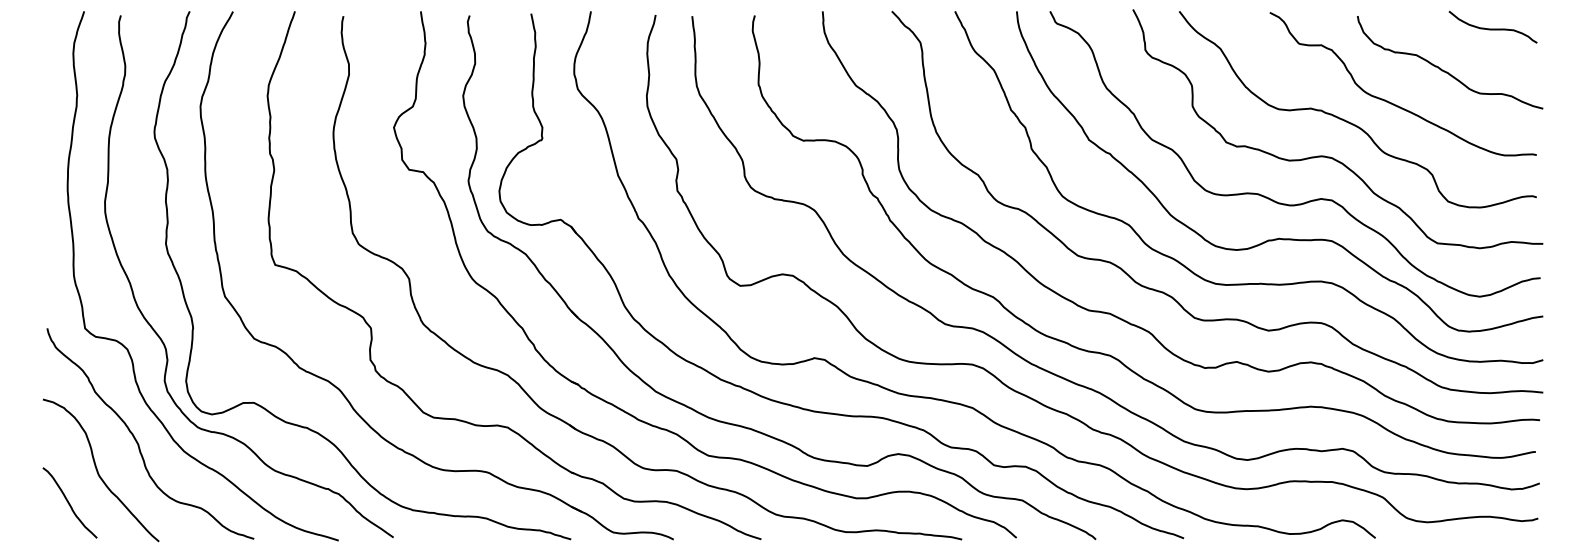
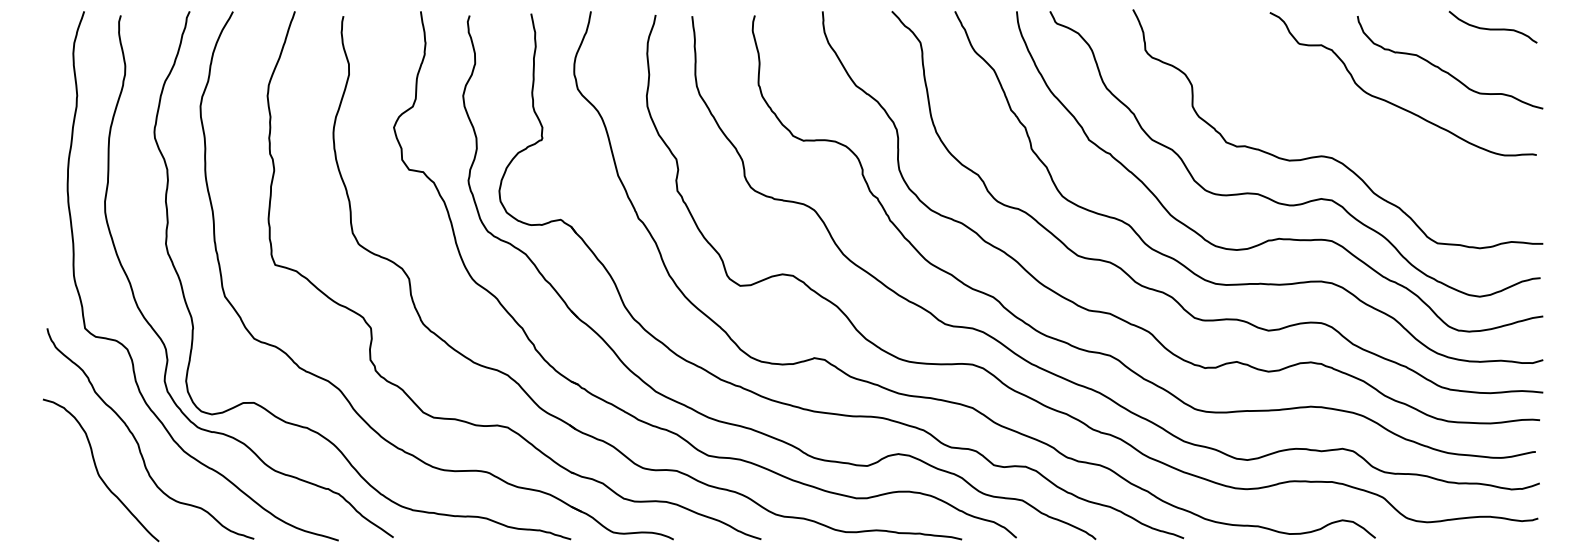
curve at (1351, 122): present -> none
curve at (69, 502): present -> none
